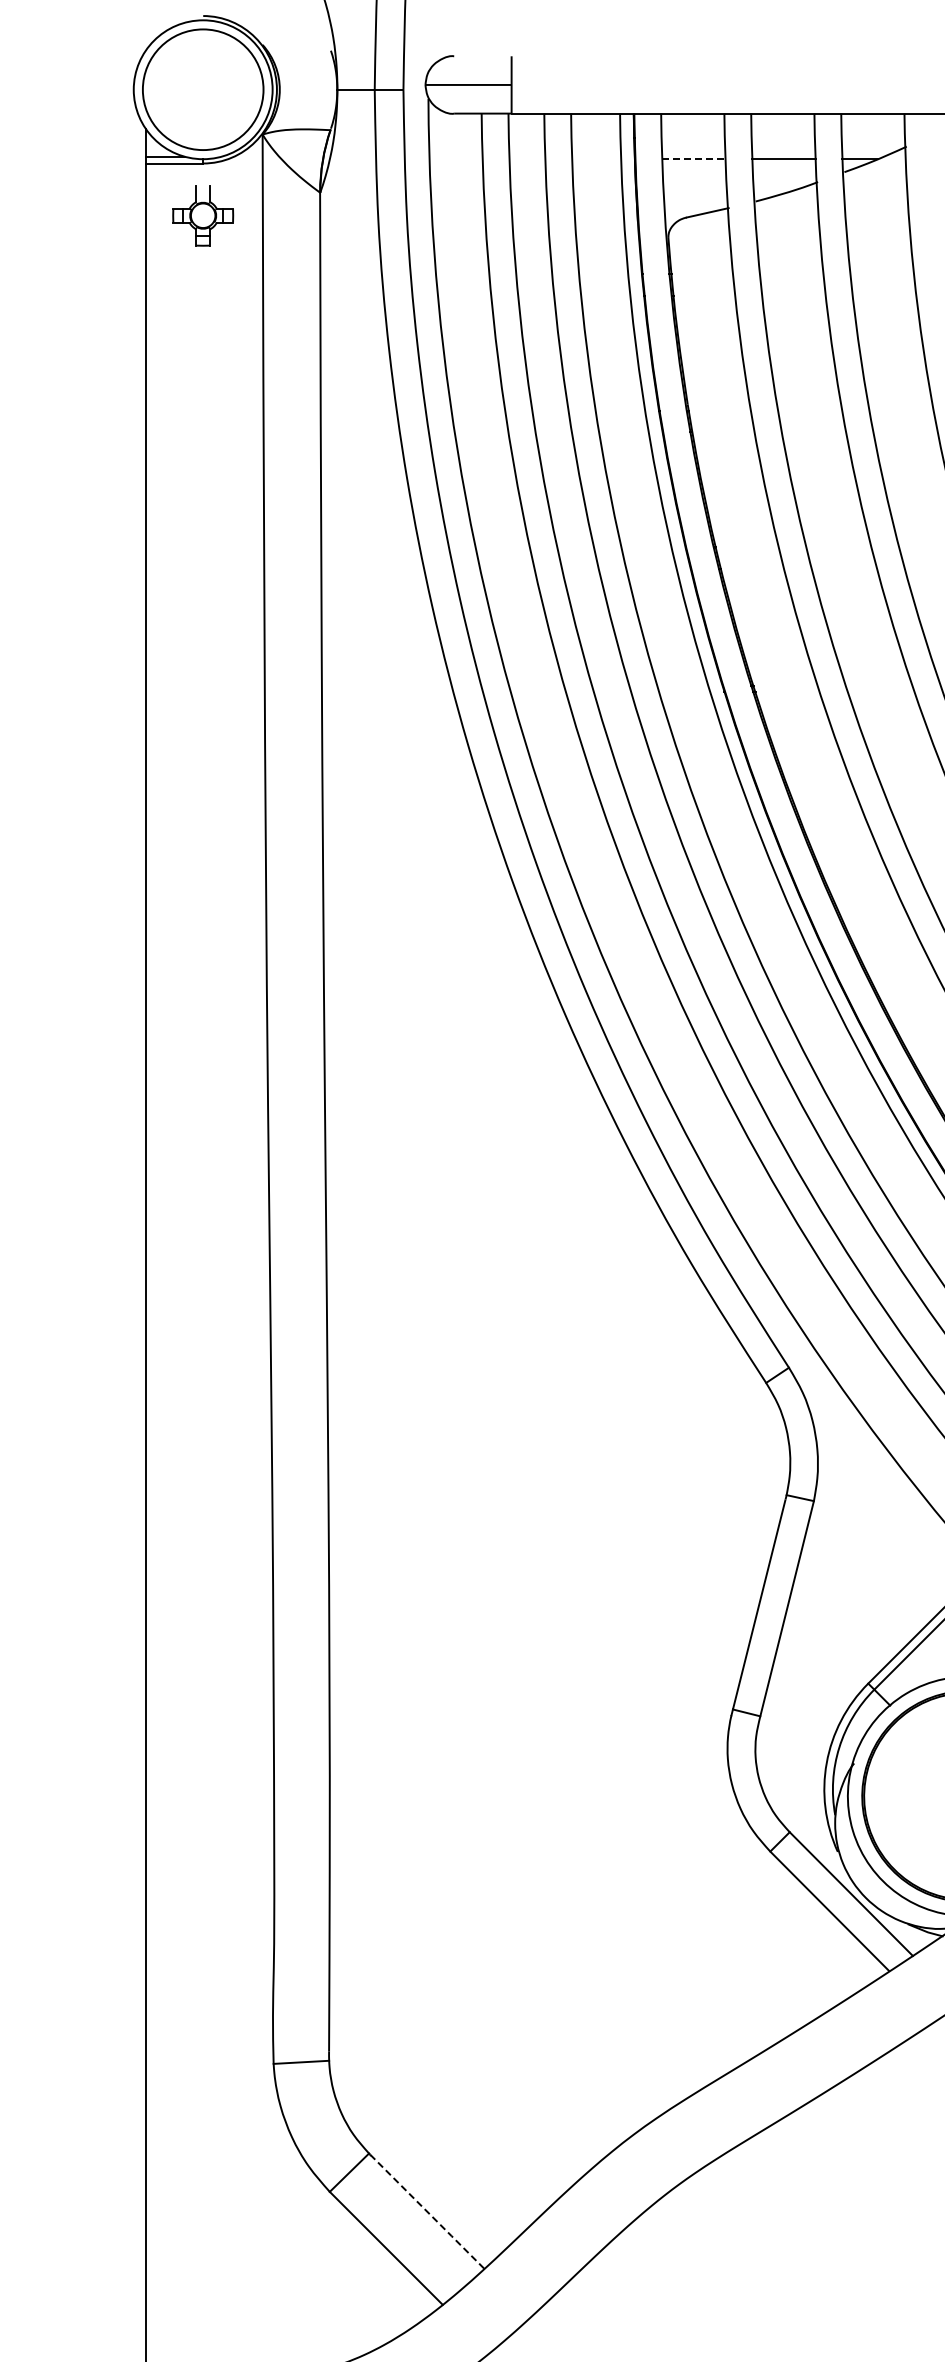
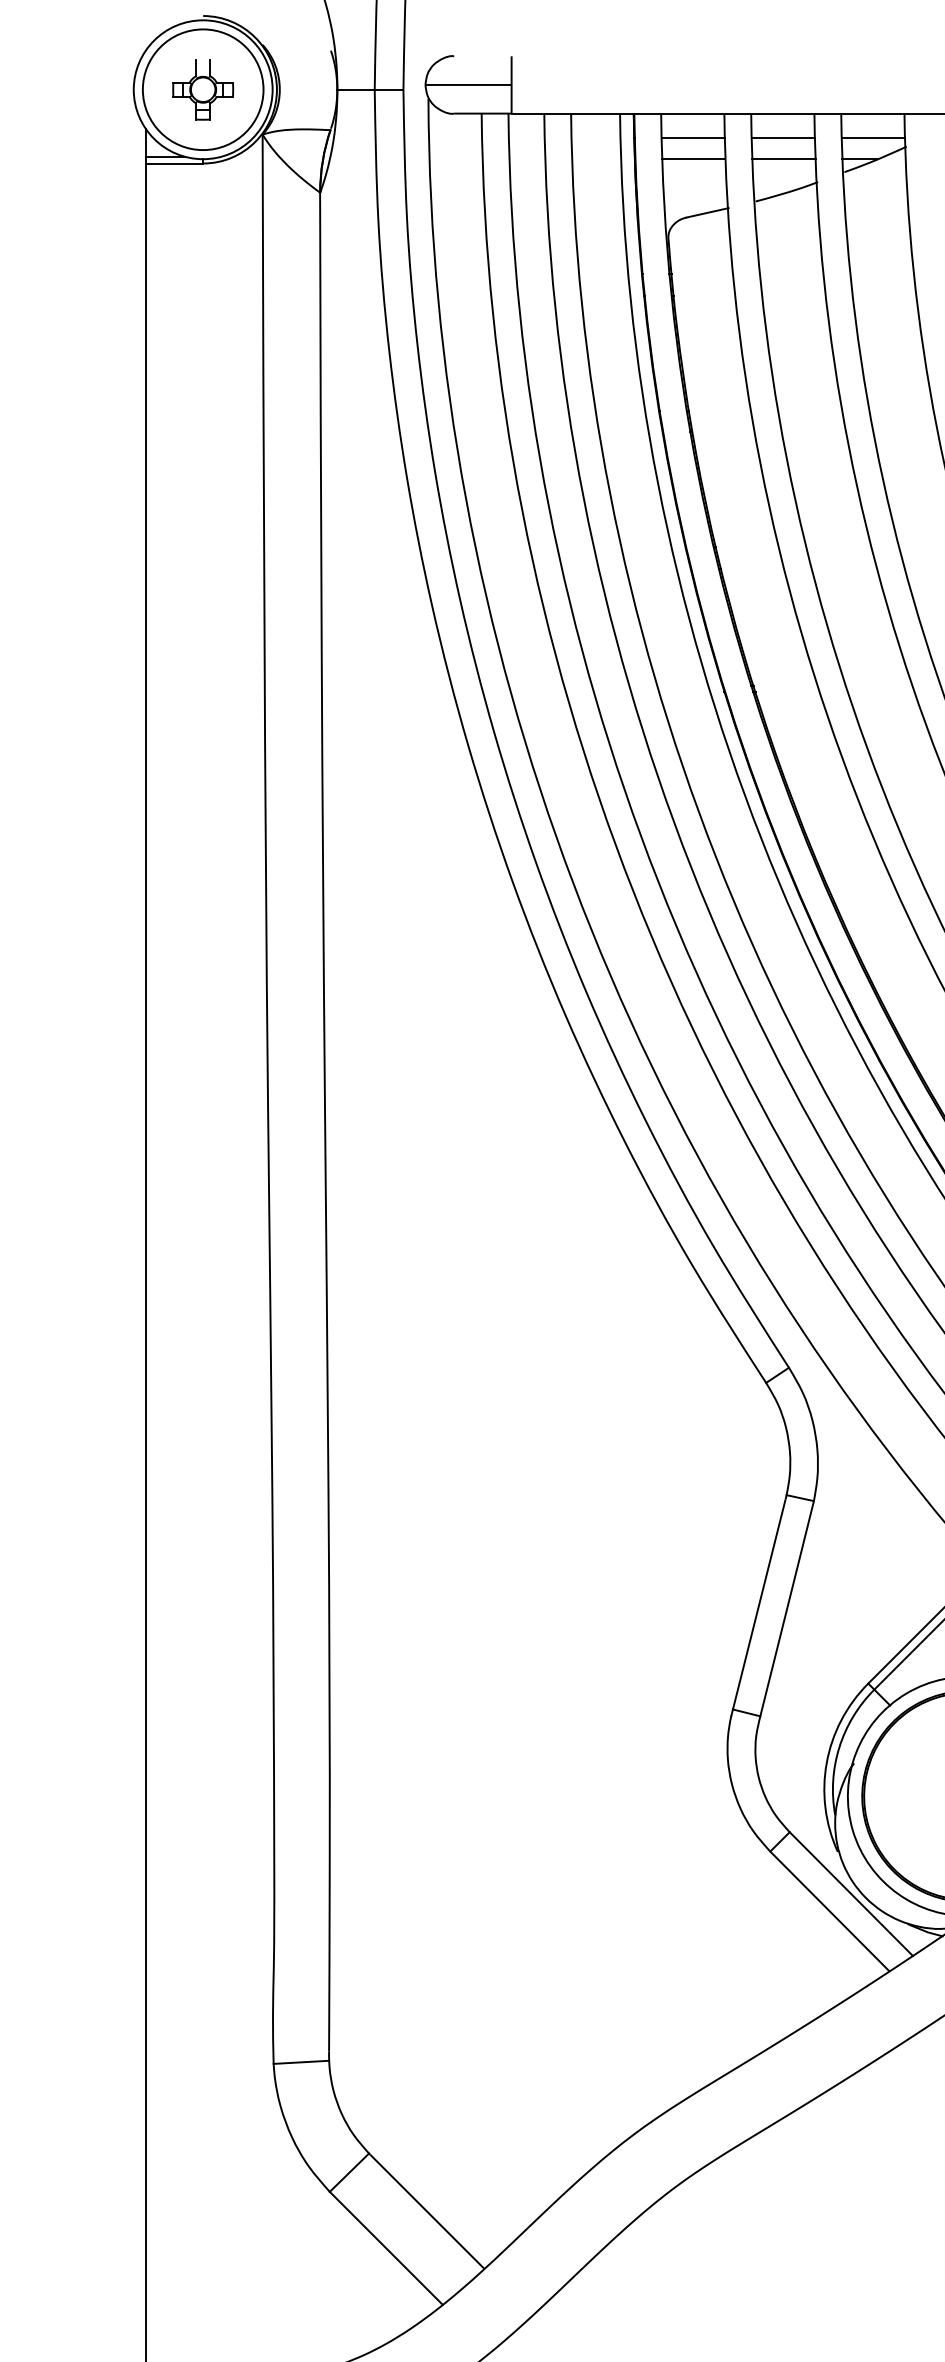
line at (692, 137): none -> present
line at (782, 137): none -> present
line at (872, 137): none -> present
line at (693, 159): dashed -> solid
part at (203, 215) position: (203, 215) -> (203, 89)
line at (427, 2211): dashed -> solid
